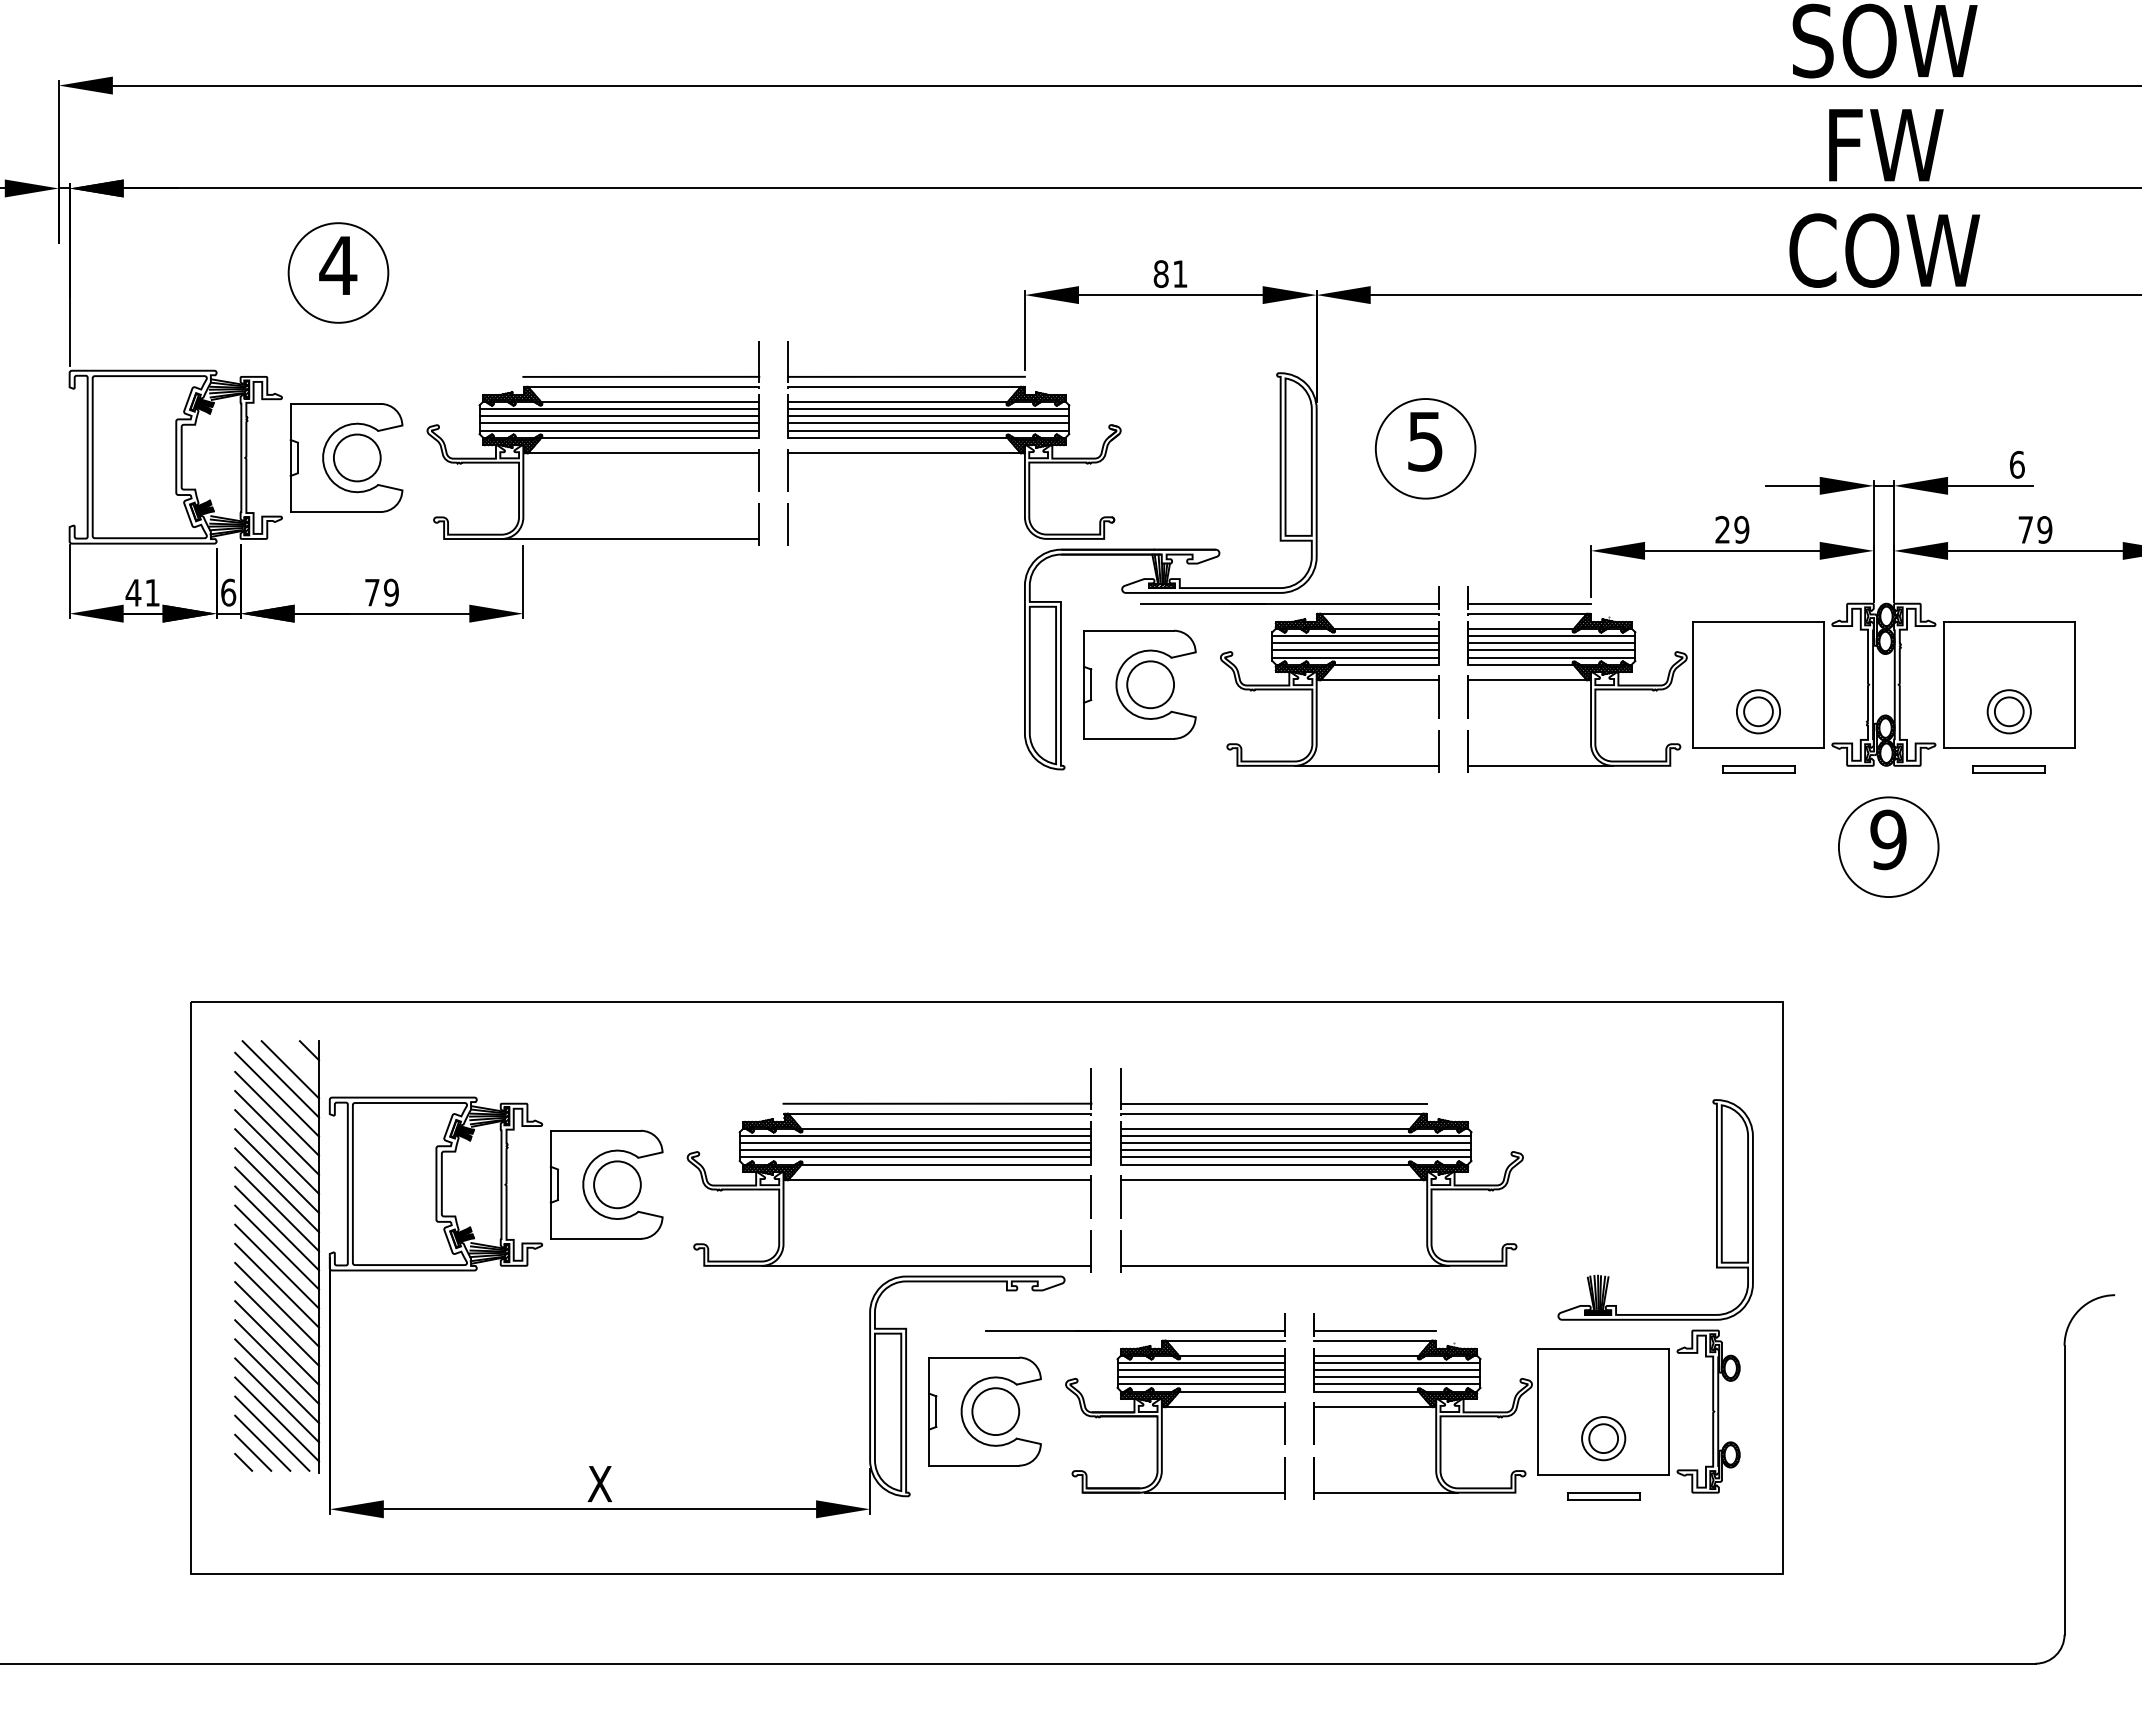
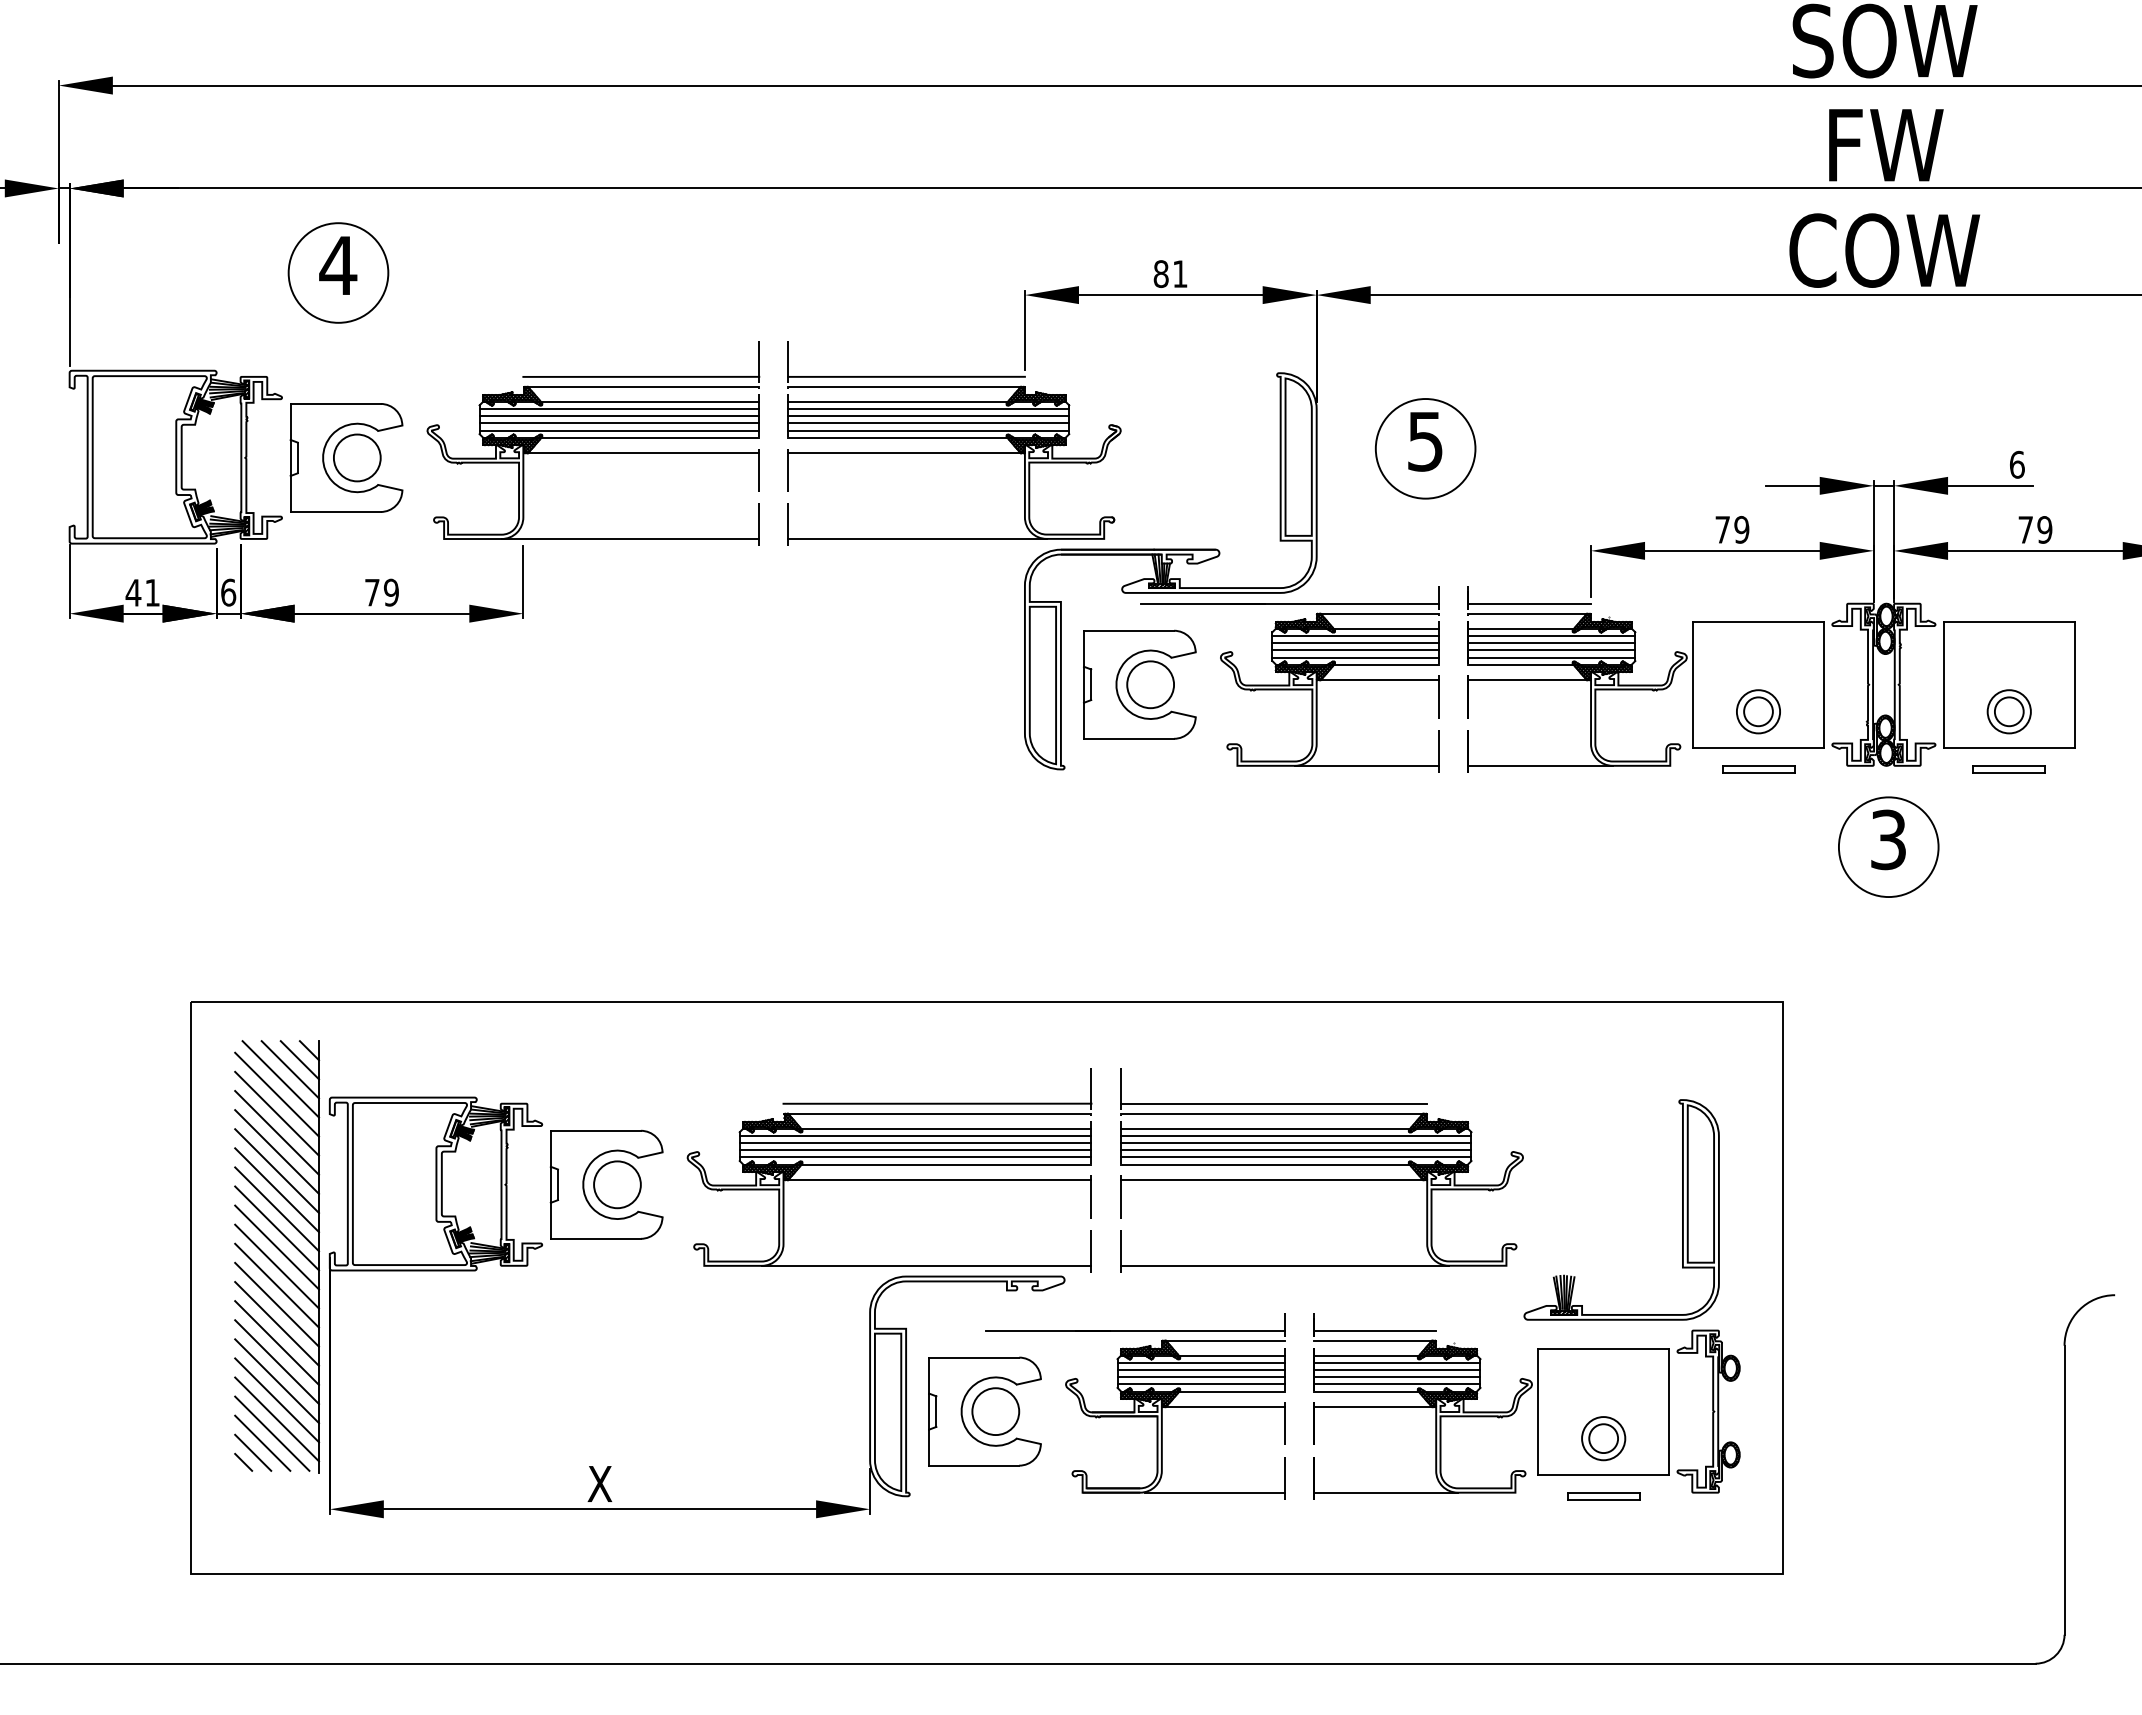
text at (1722, 529): 29 -> 79
line at (917, 538): none -> present
text at (1888, 839): 9 -> 3
line at (299, 1060): none -> present
part at (1716, 1209) position: (1716, 1209) -> (1682, 1209)
